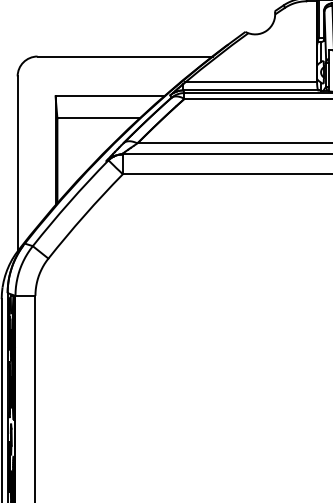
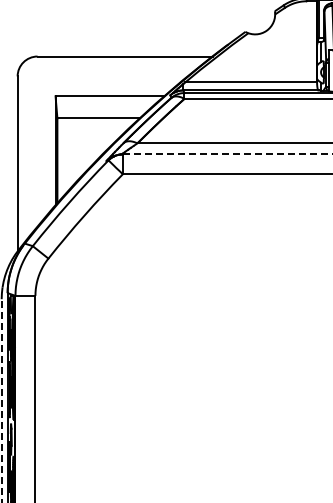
line at (227, 154): solid -> dashed
line at (1, 400): solid -> dashed
